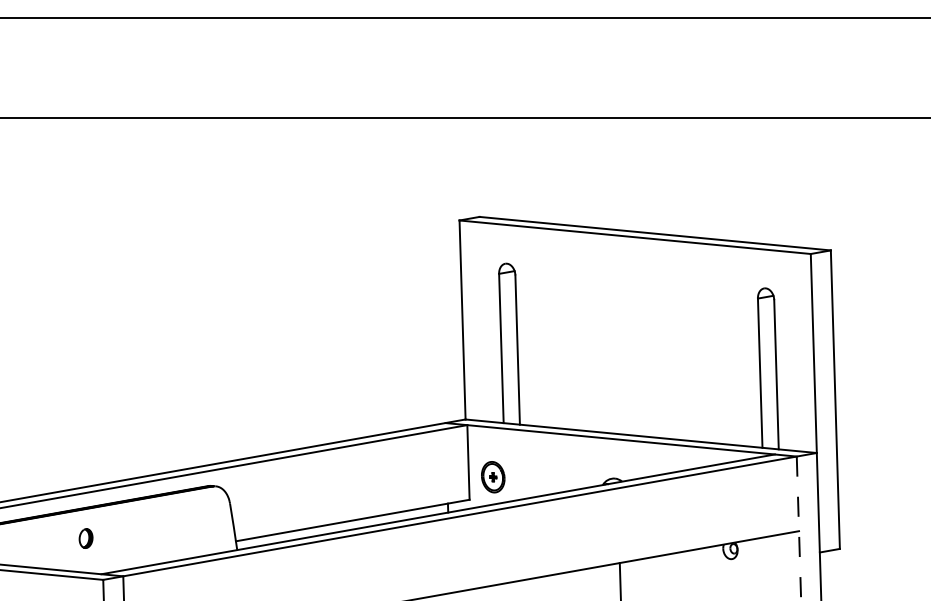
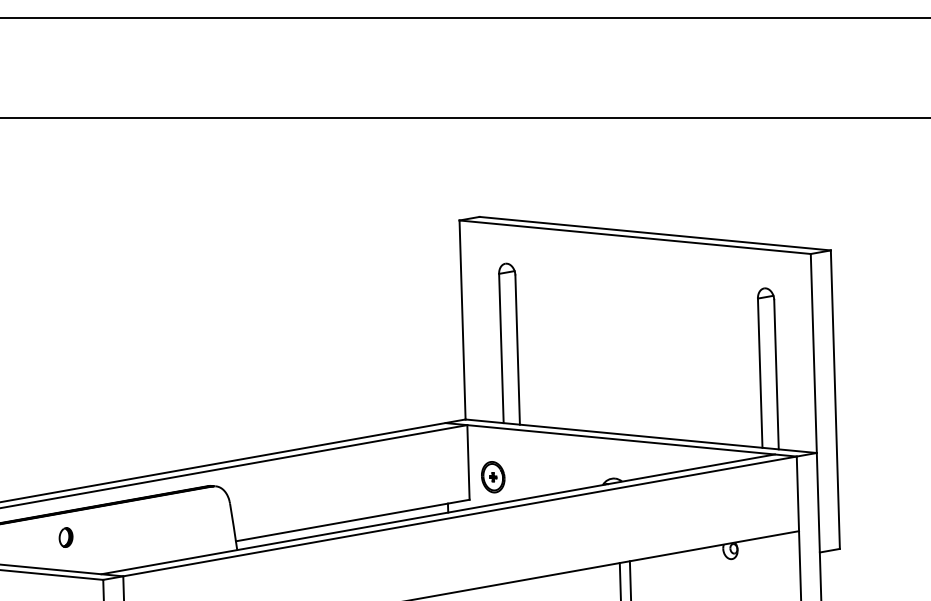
line at (798, 528): dashed -> solid
part at (85, 538) position: (85, 538) -> (65, 537)
line at (630, 579): none -> present
